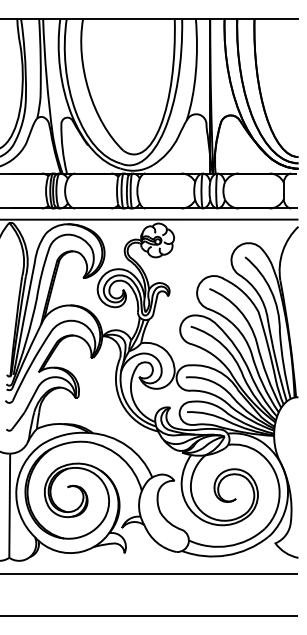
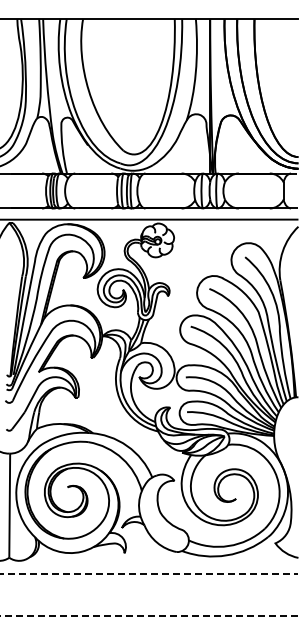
line at (0, 574): solid -> dashed
